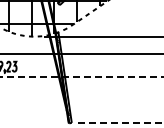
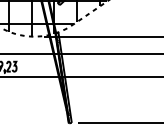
line at (82, 76): dashed -> solid
line at (120, 123): dashed -> solid
